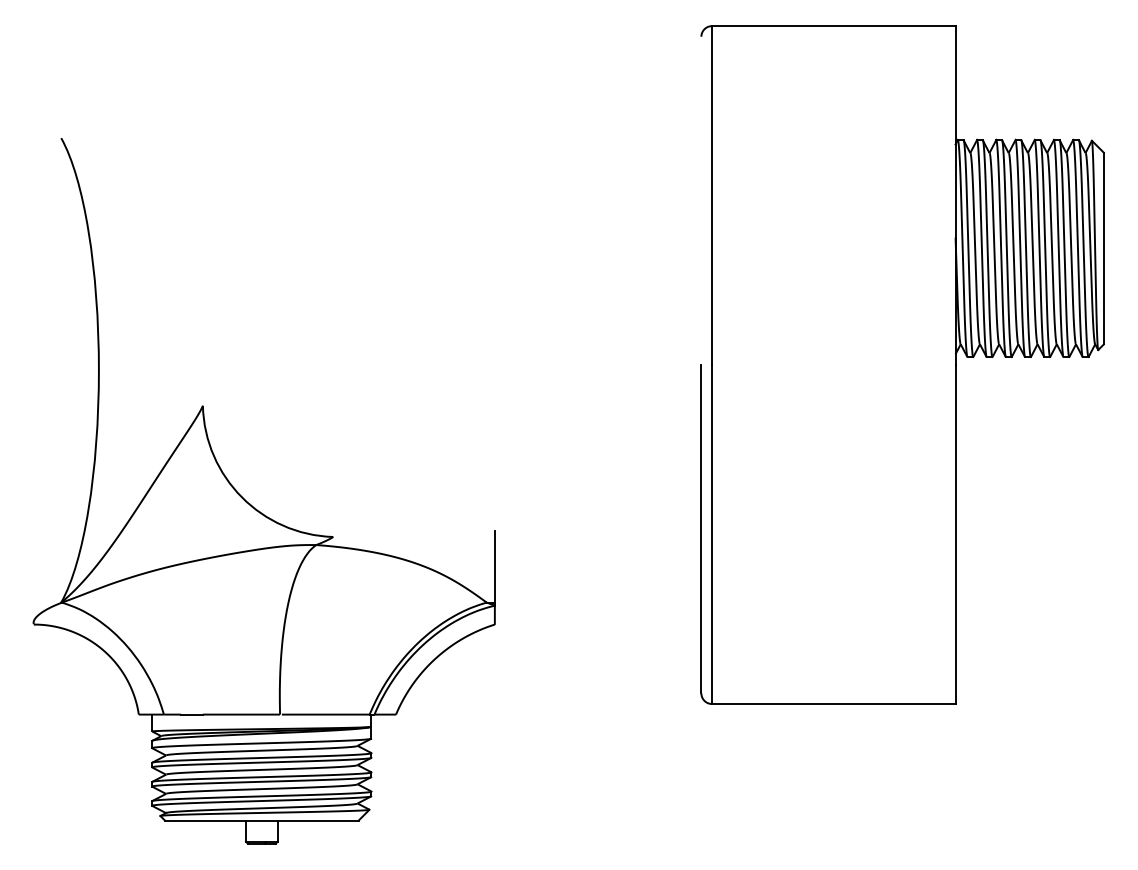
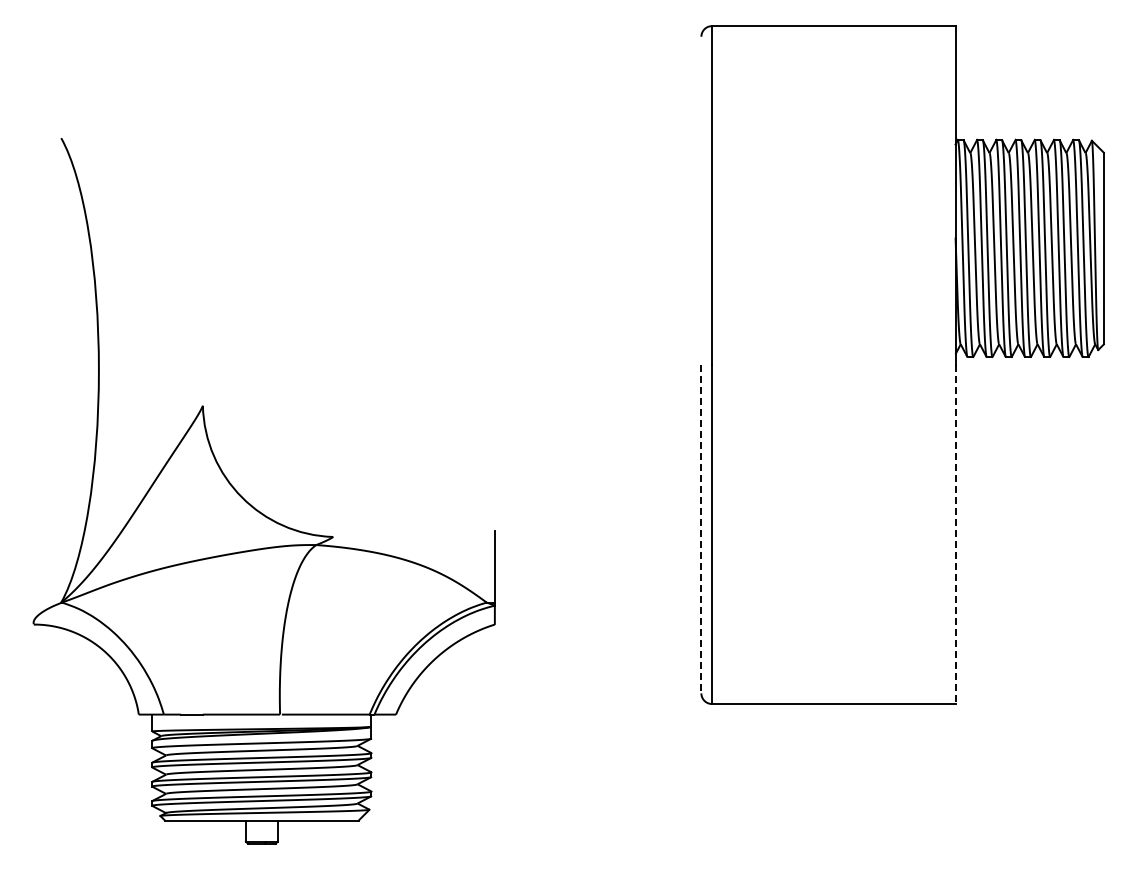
line at (701, 529): solid -> dashed
line at (955, 535): solid -> dashed
